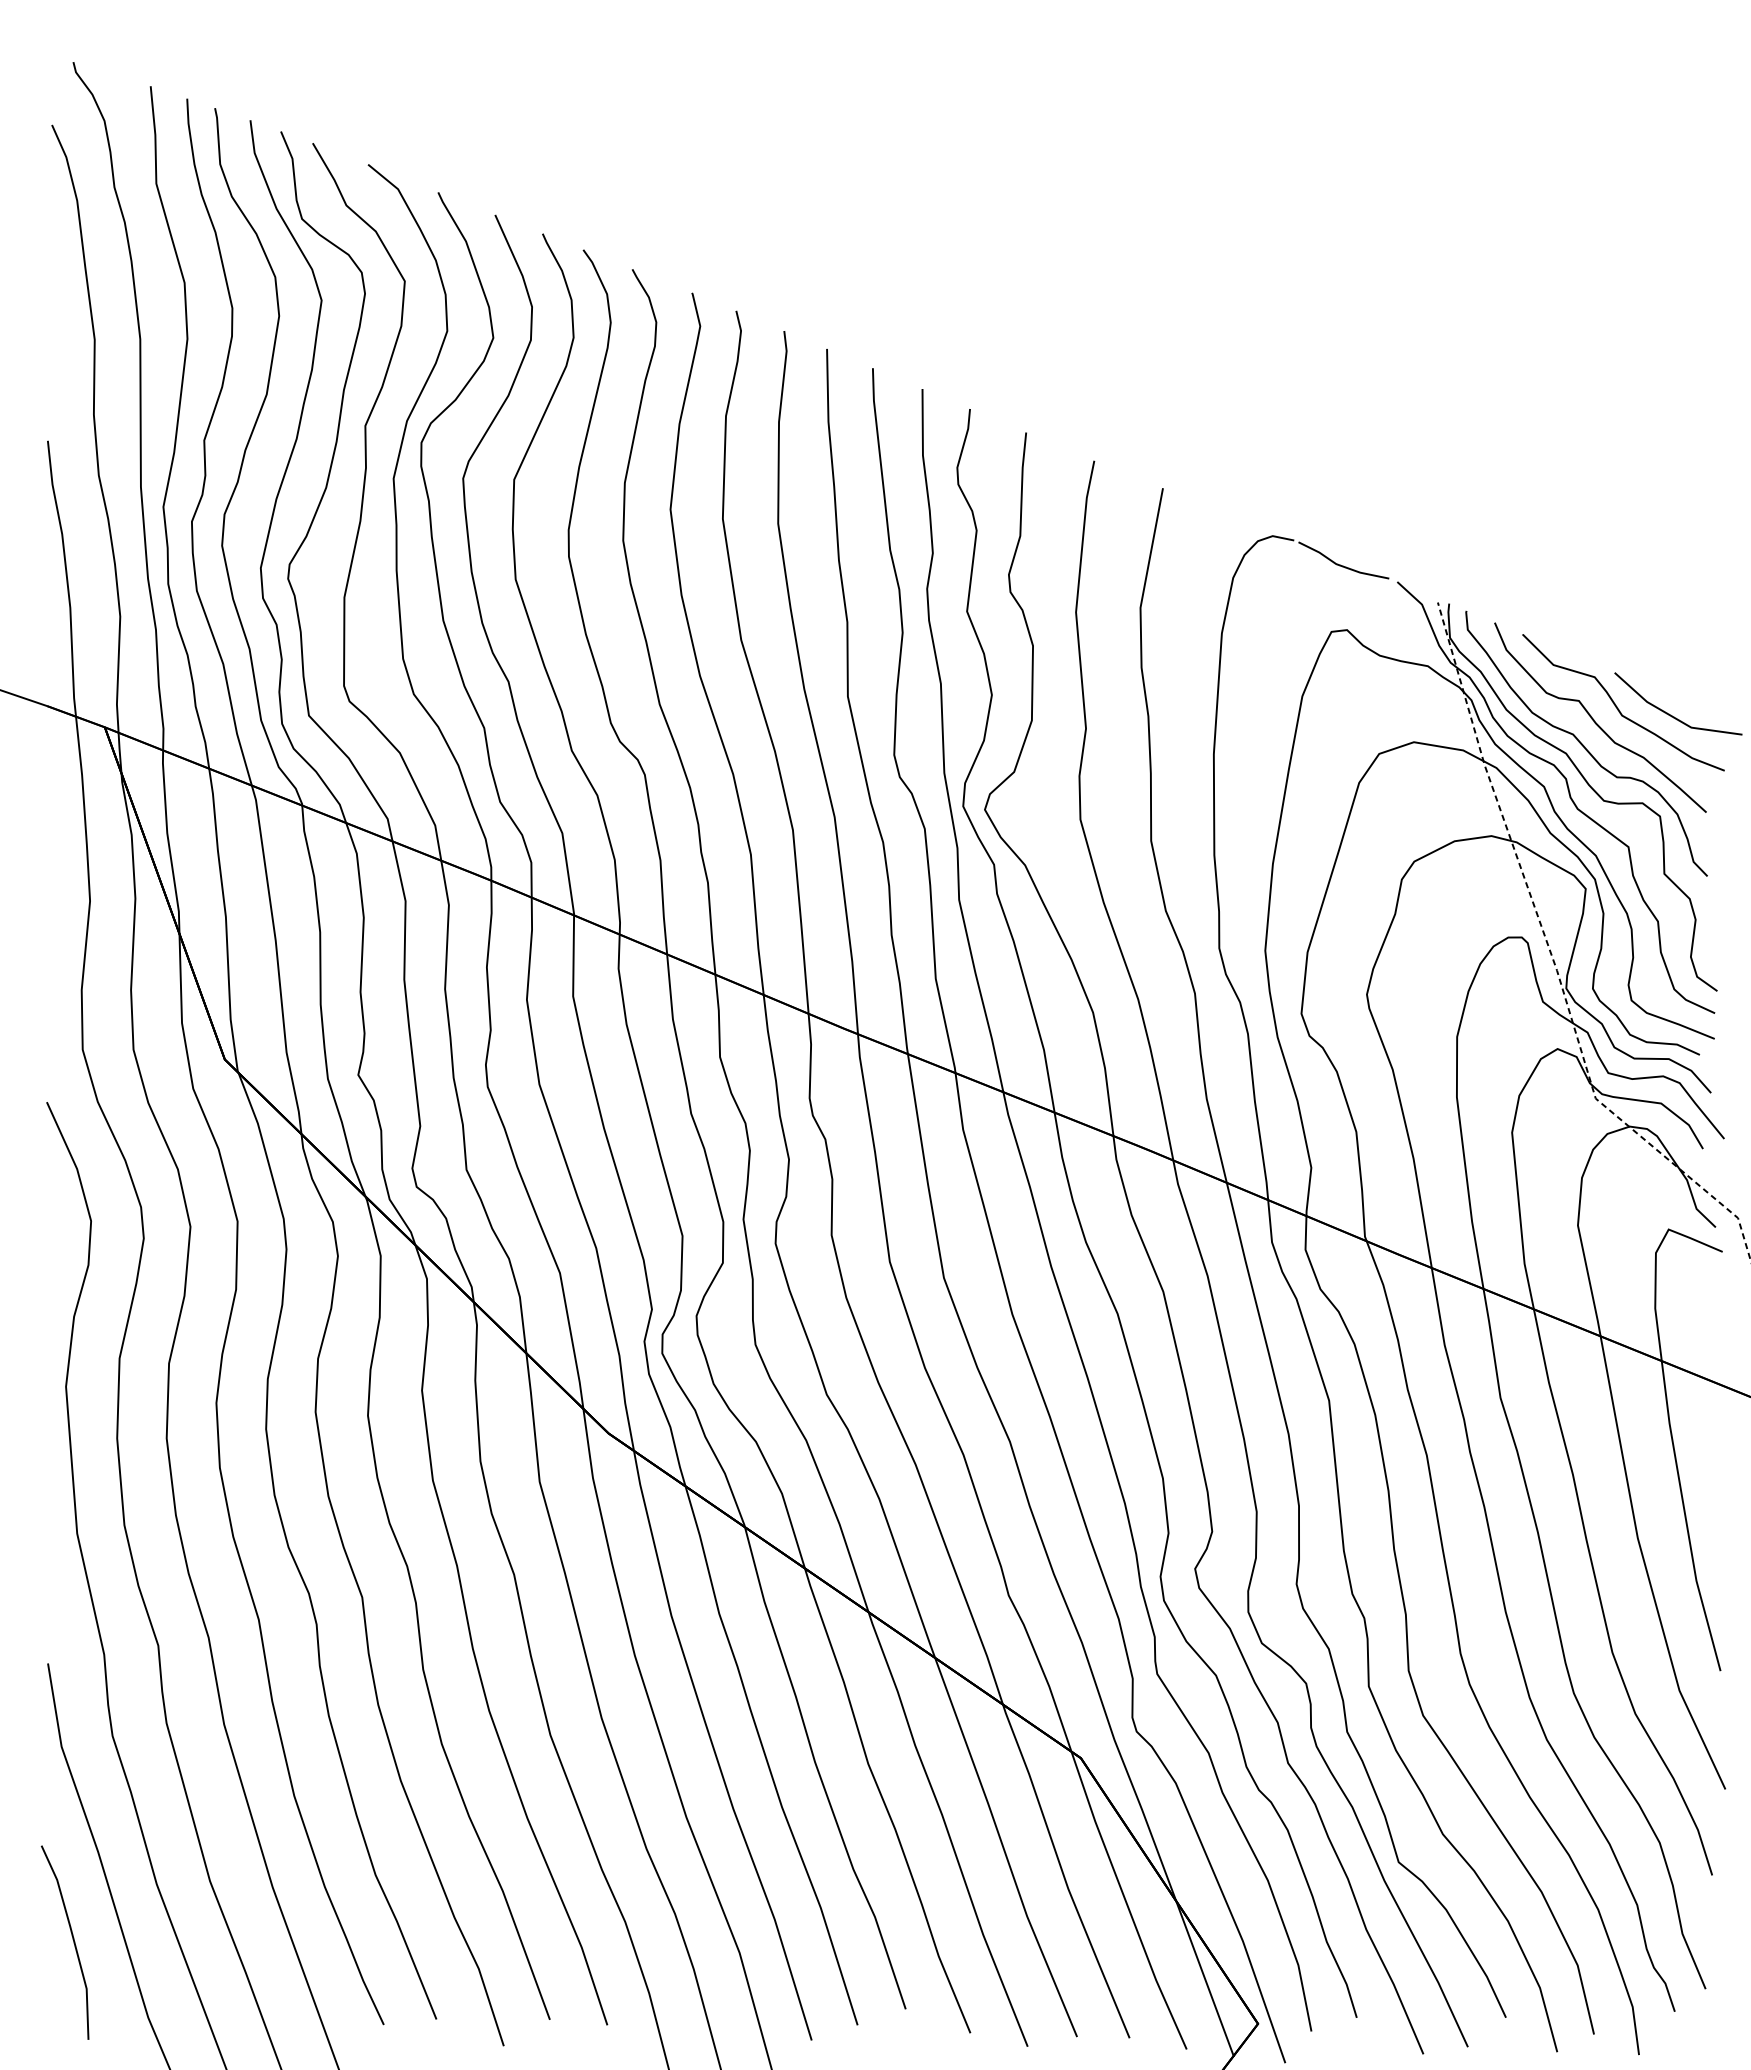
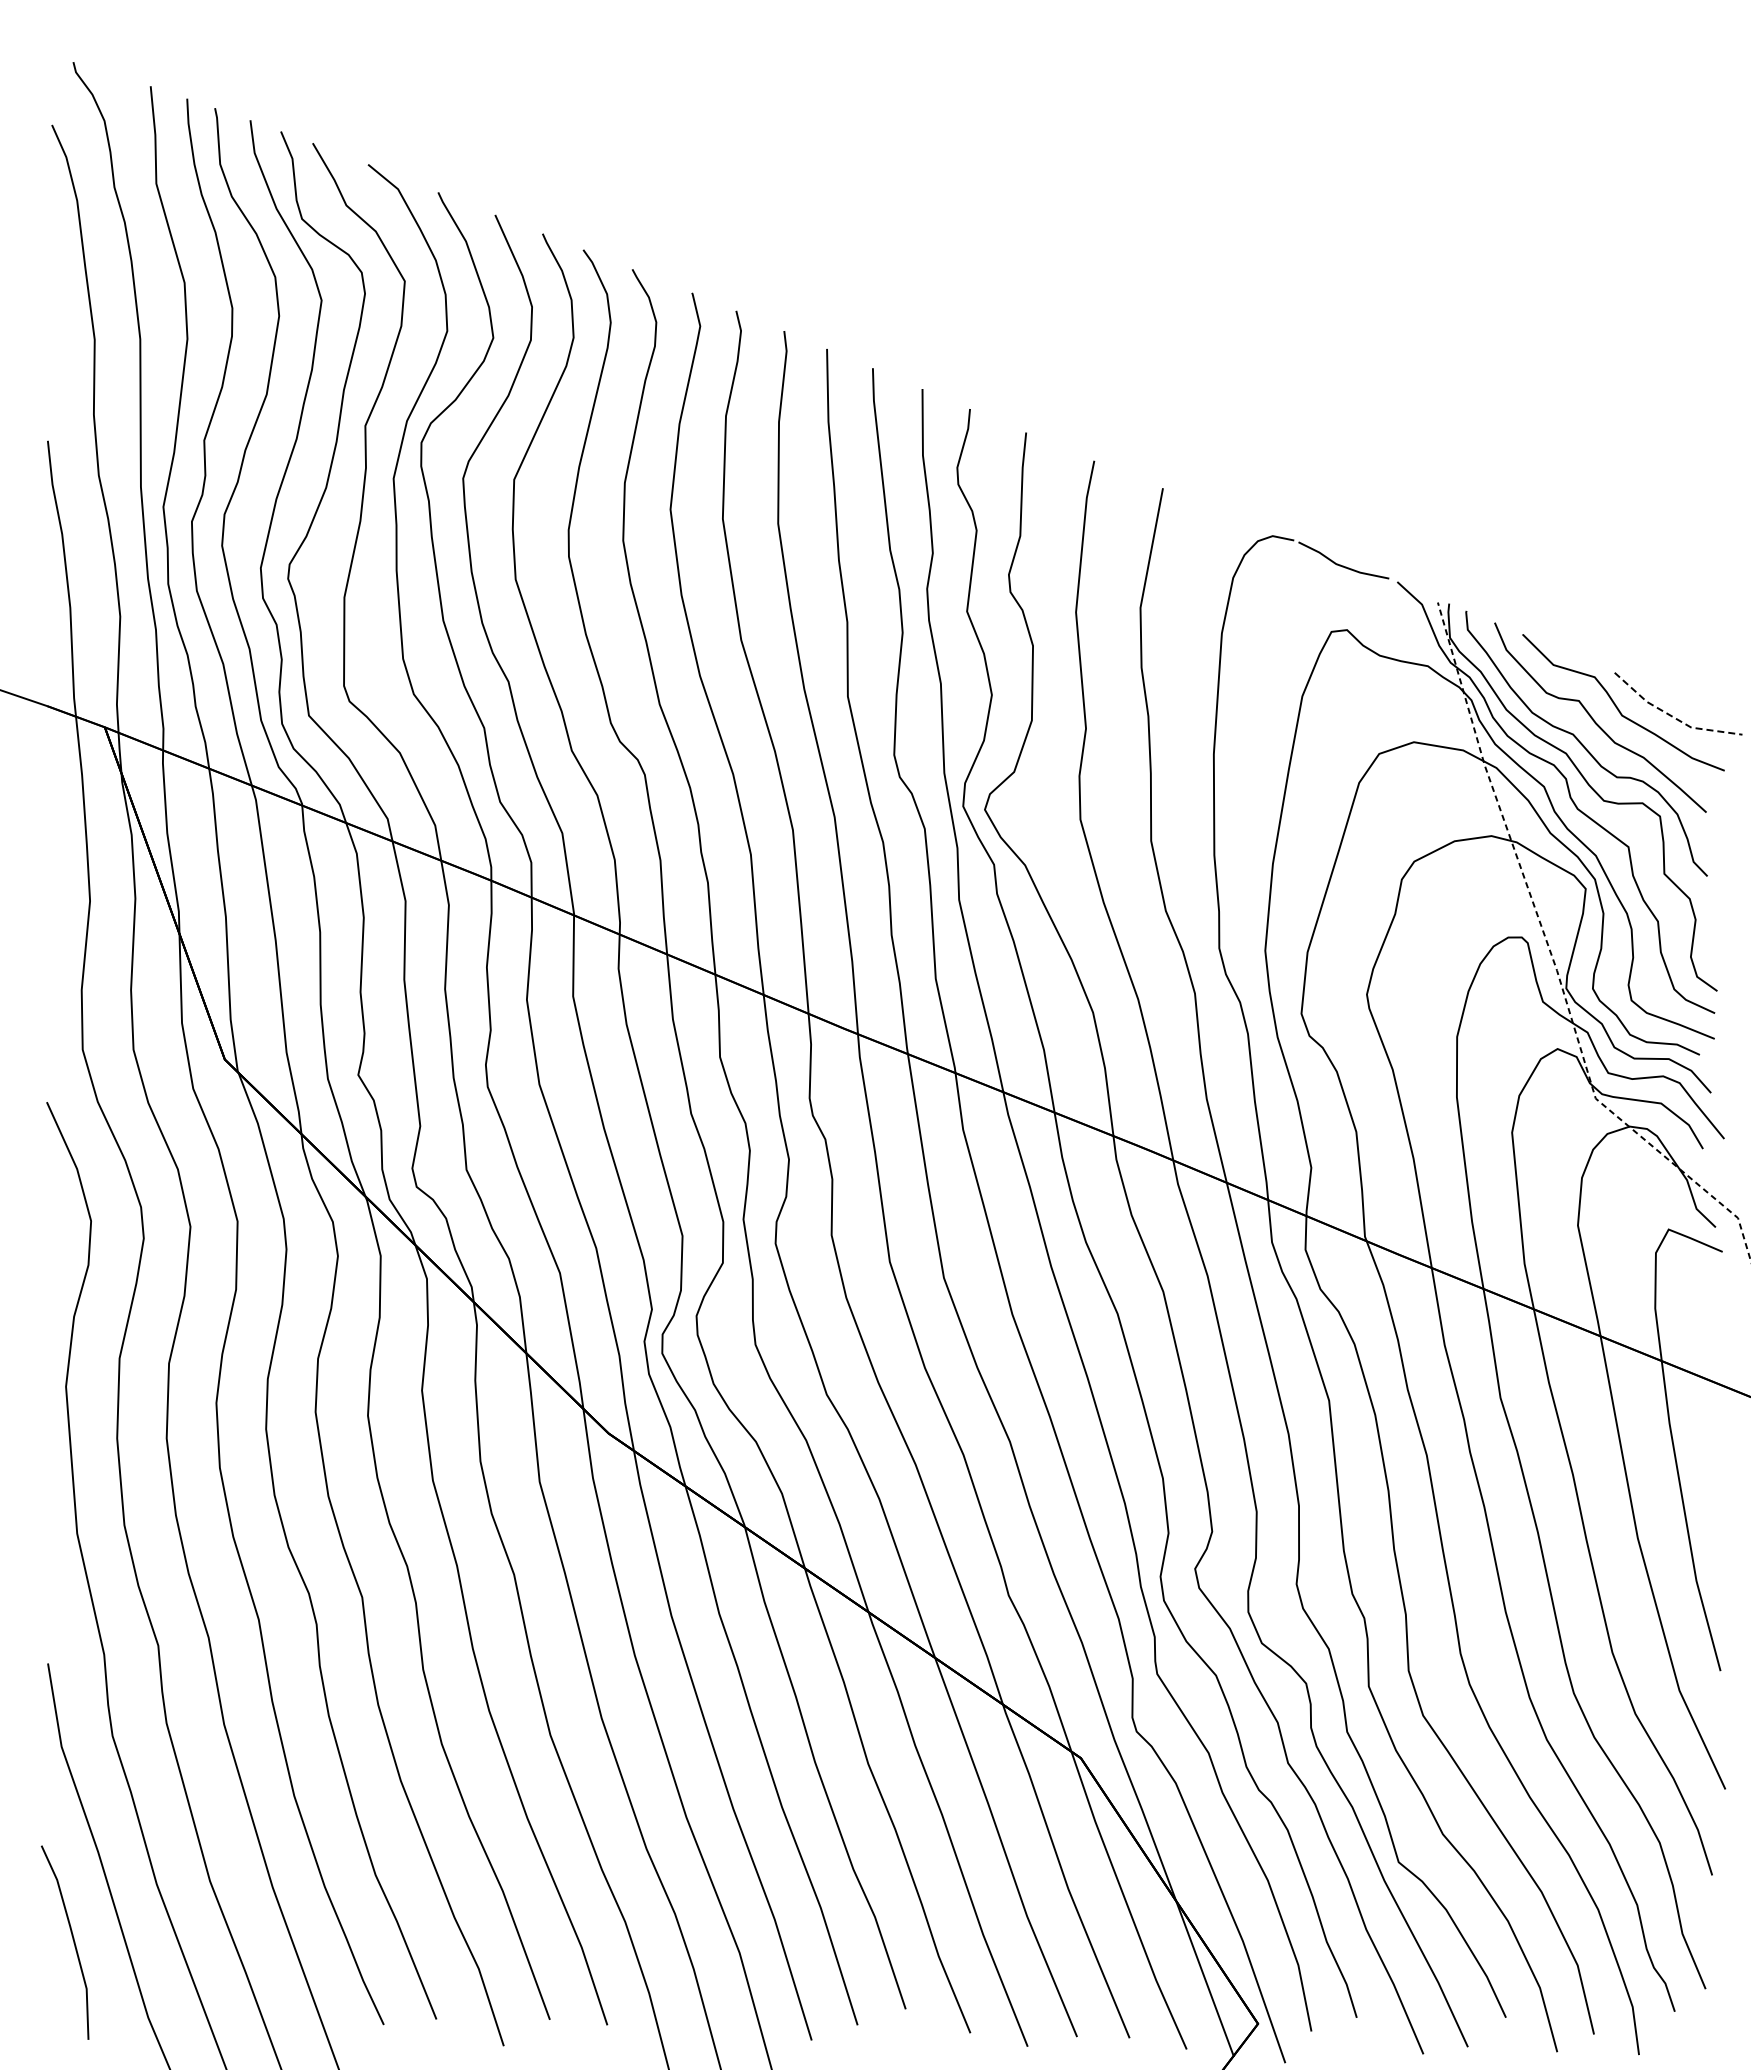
line at (1672, 716): solid -> dashed
